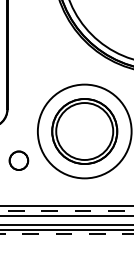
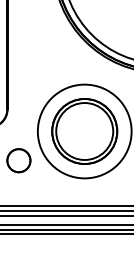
circle at (18, 160) size: 22x21 px -> 26x26 px
line at (67, 210): dashed -> solid
line at (67, 234): dashed -> solid
